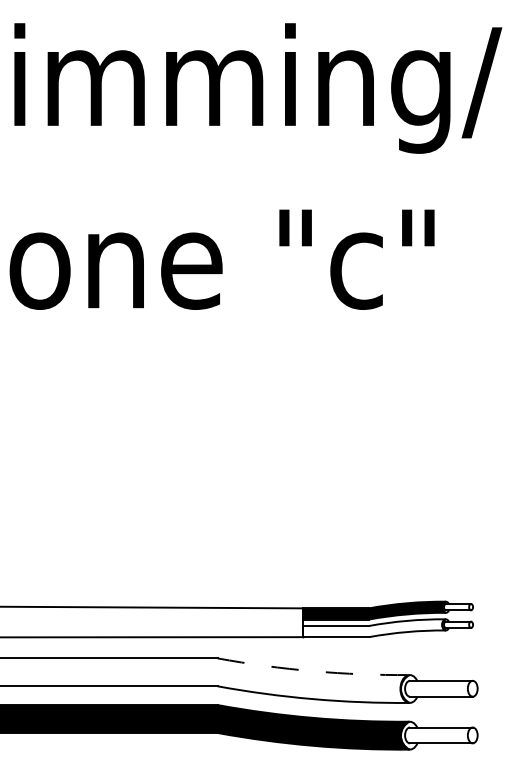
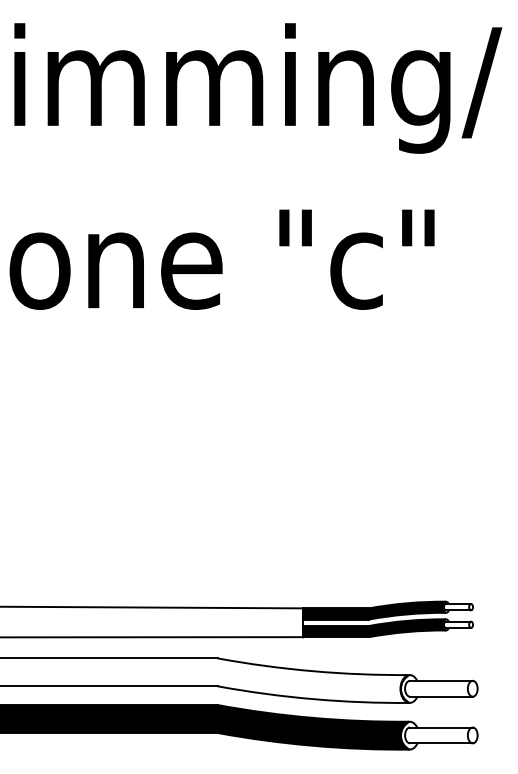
fill at (374, 628): none -> present
arc at (313, 671): dashed -> solid
